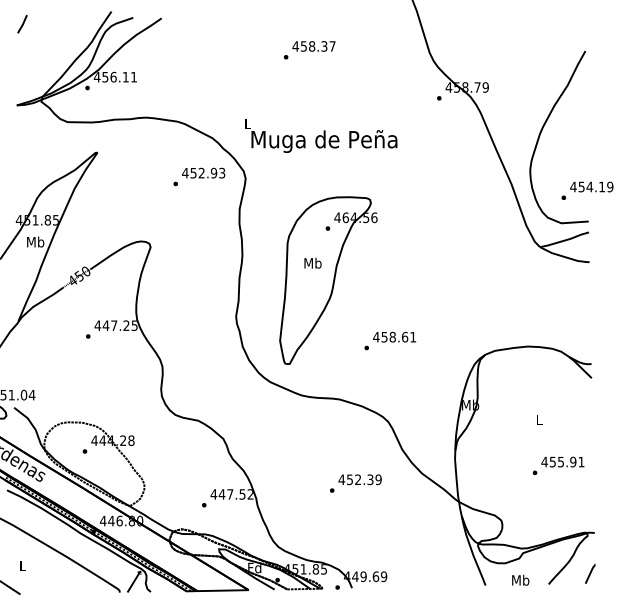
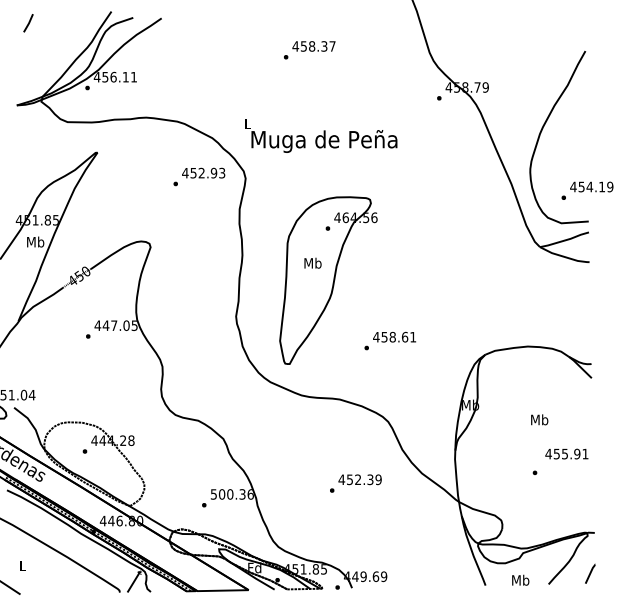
line at (22, 24) position: (22, 24) -> (28, 23)
text at (126, 325): 447.25 -> 447.05
text at (539, 419): L -> Mb
text at (562, 461) position: (562, 461) -> (566, 453)
text at (231, 494): 447.52 -> 500.36
